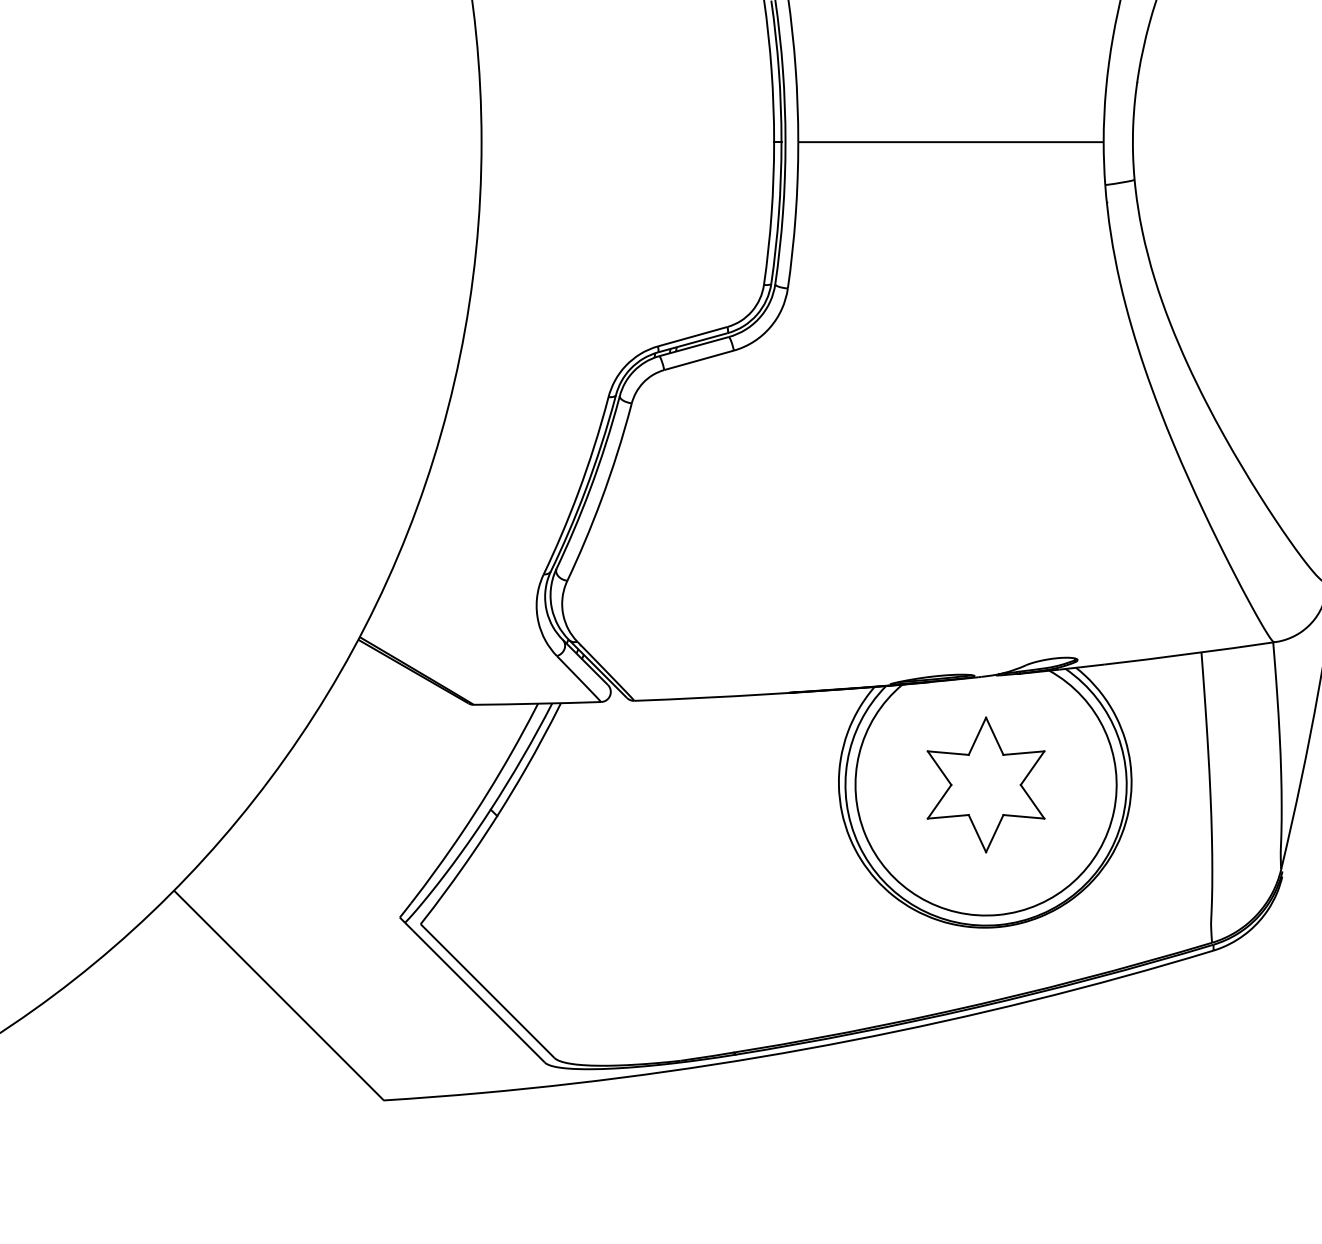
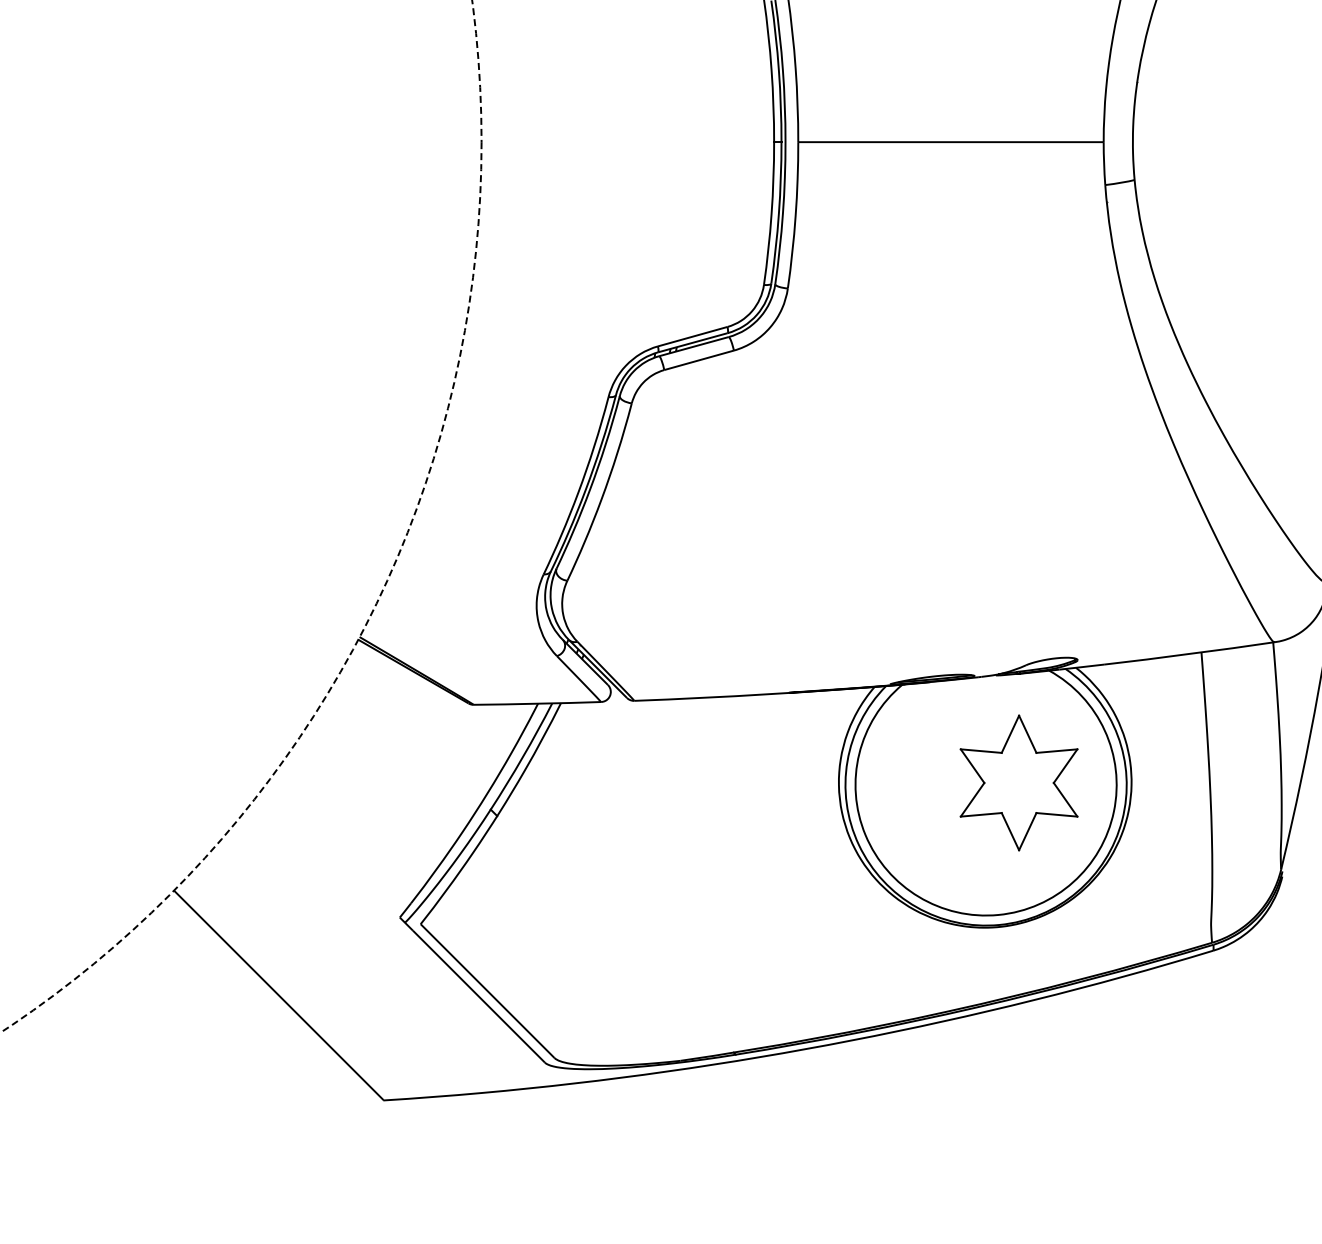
circle at (240, 516): solid -> dashed
part at (985, 784) position: (985, 784) -> (1018, 782)
